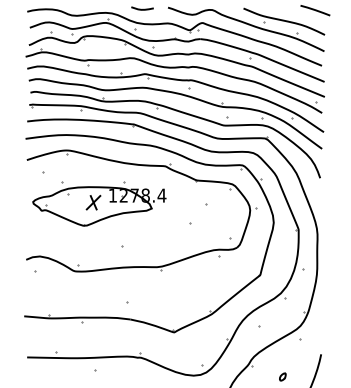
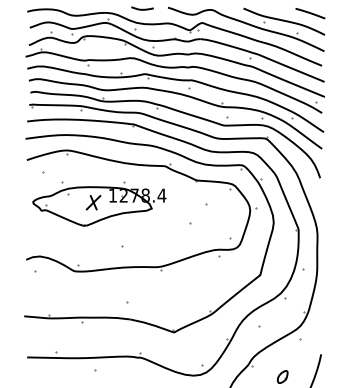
line at (315, 10) position: (315, 10) -> (310, 13)
part at (282, 376) size: 8x10 px -> 12x14 px
